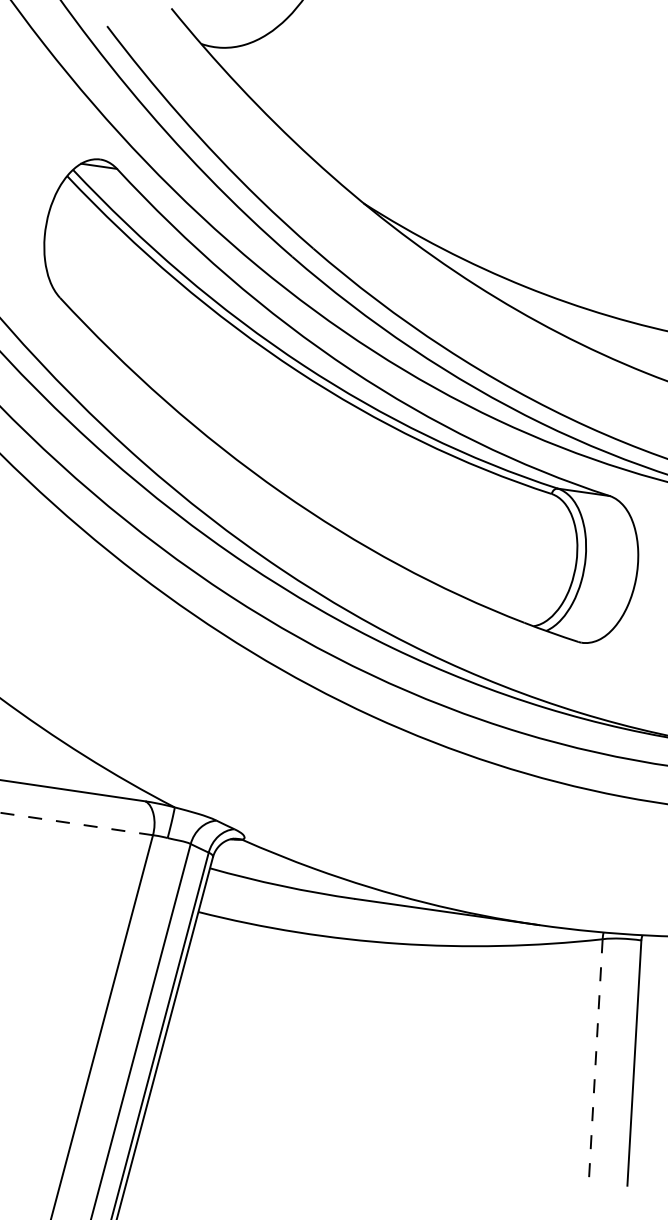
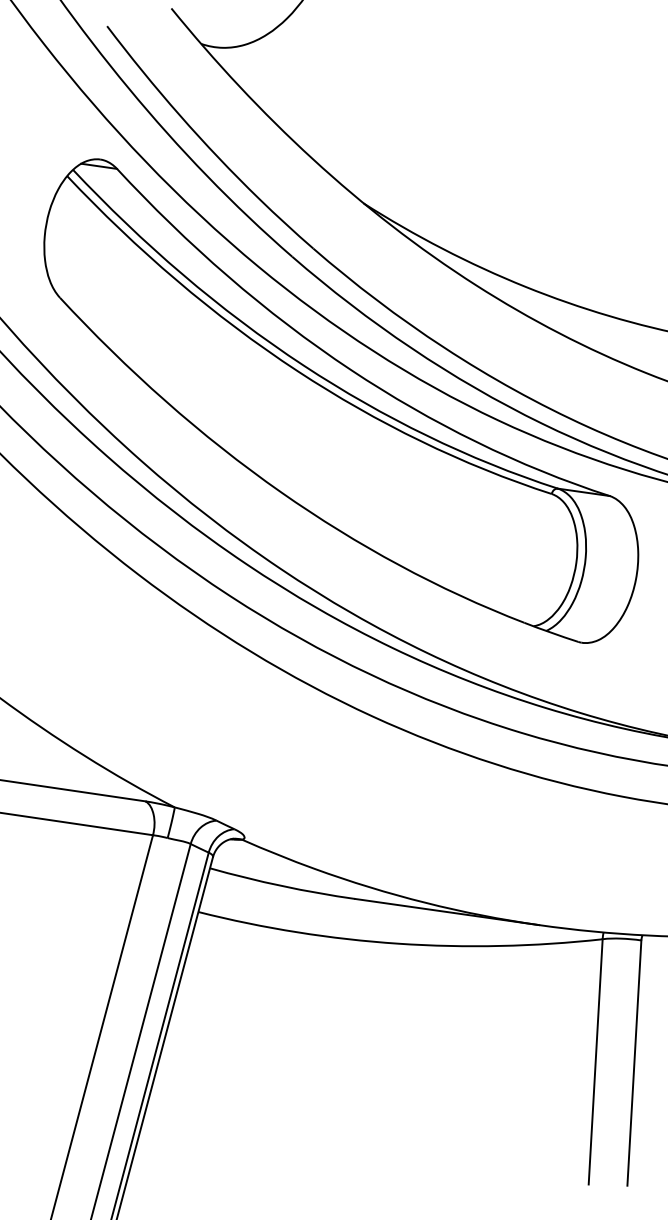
line at (76, 823): dashed -> solid
line at (595, 1061): dashed -> solid
